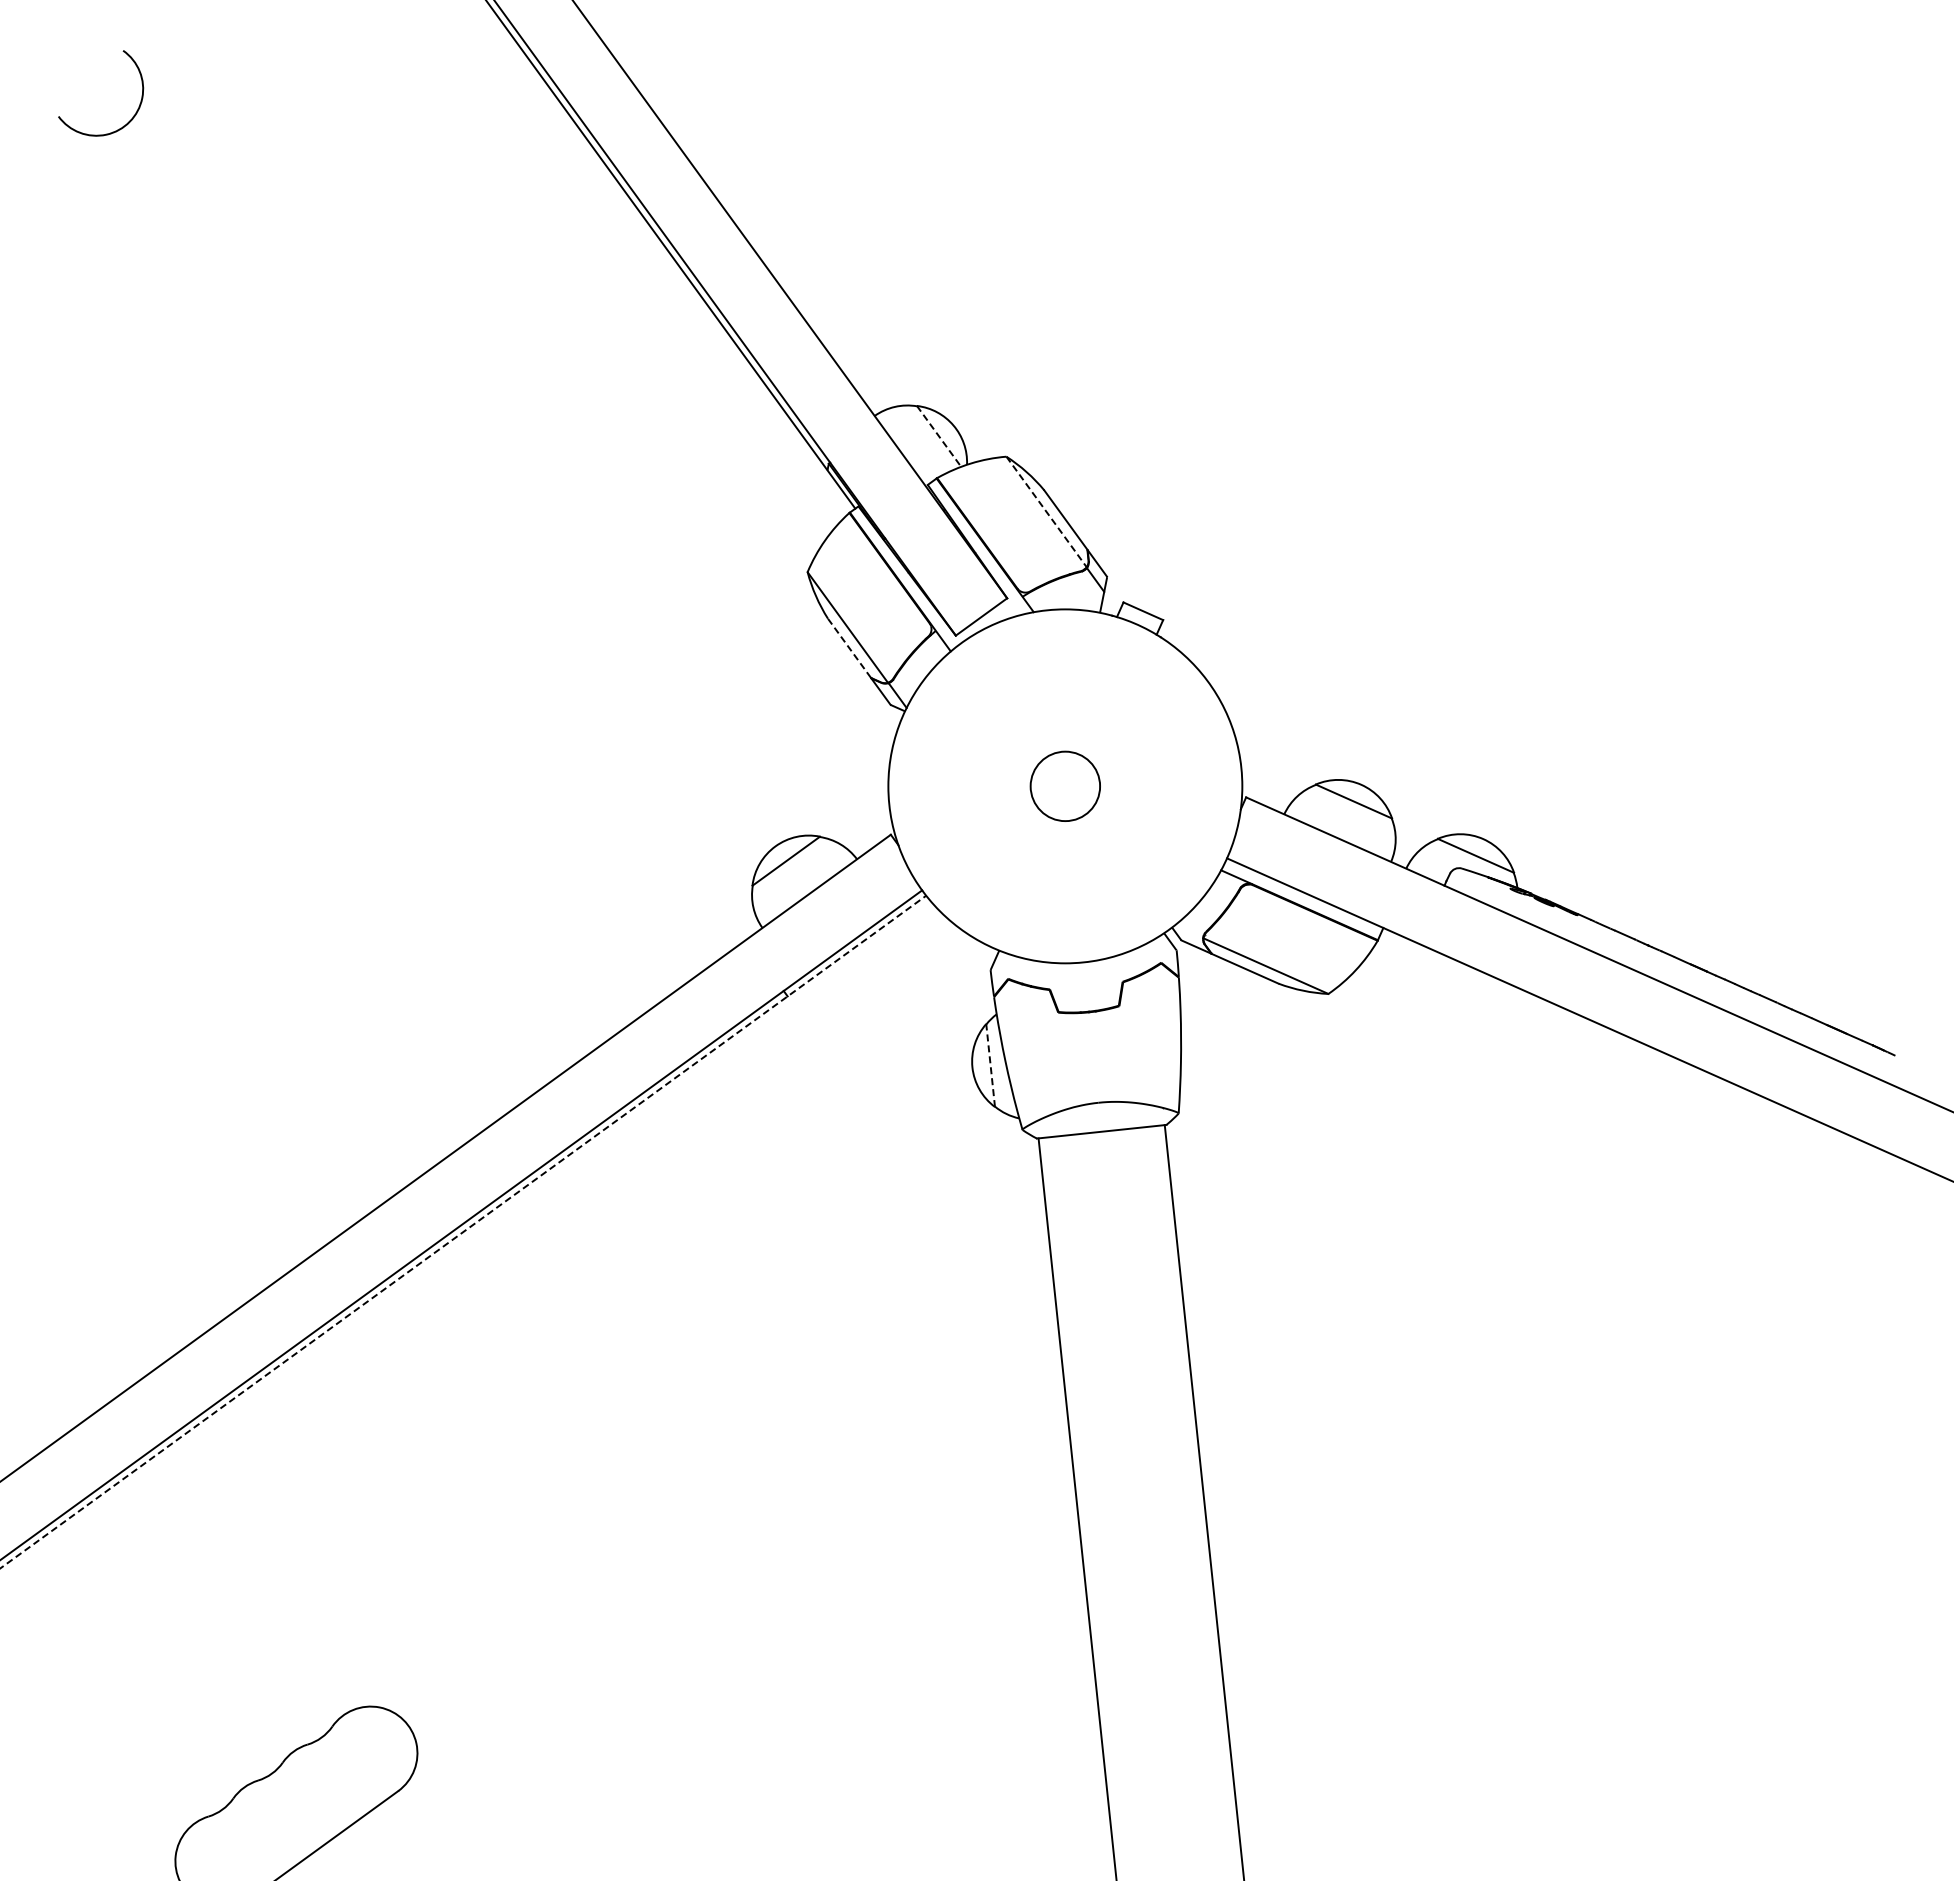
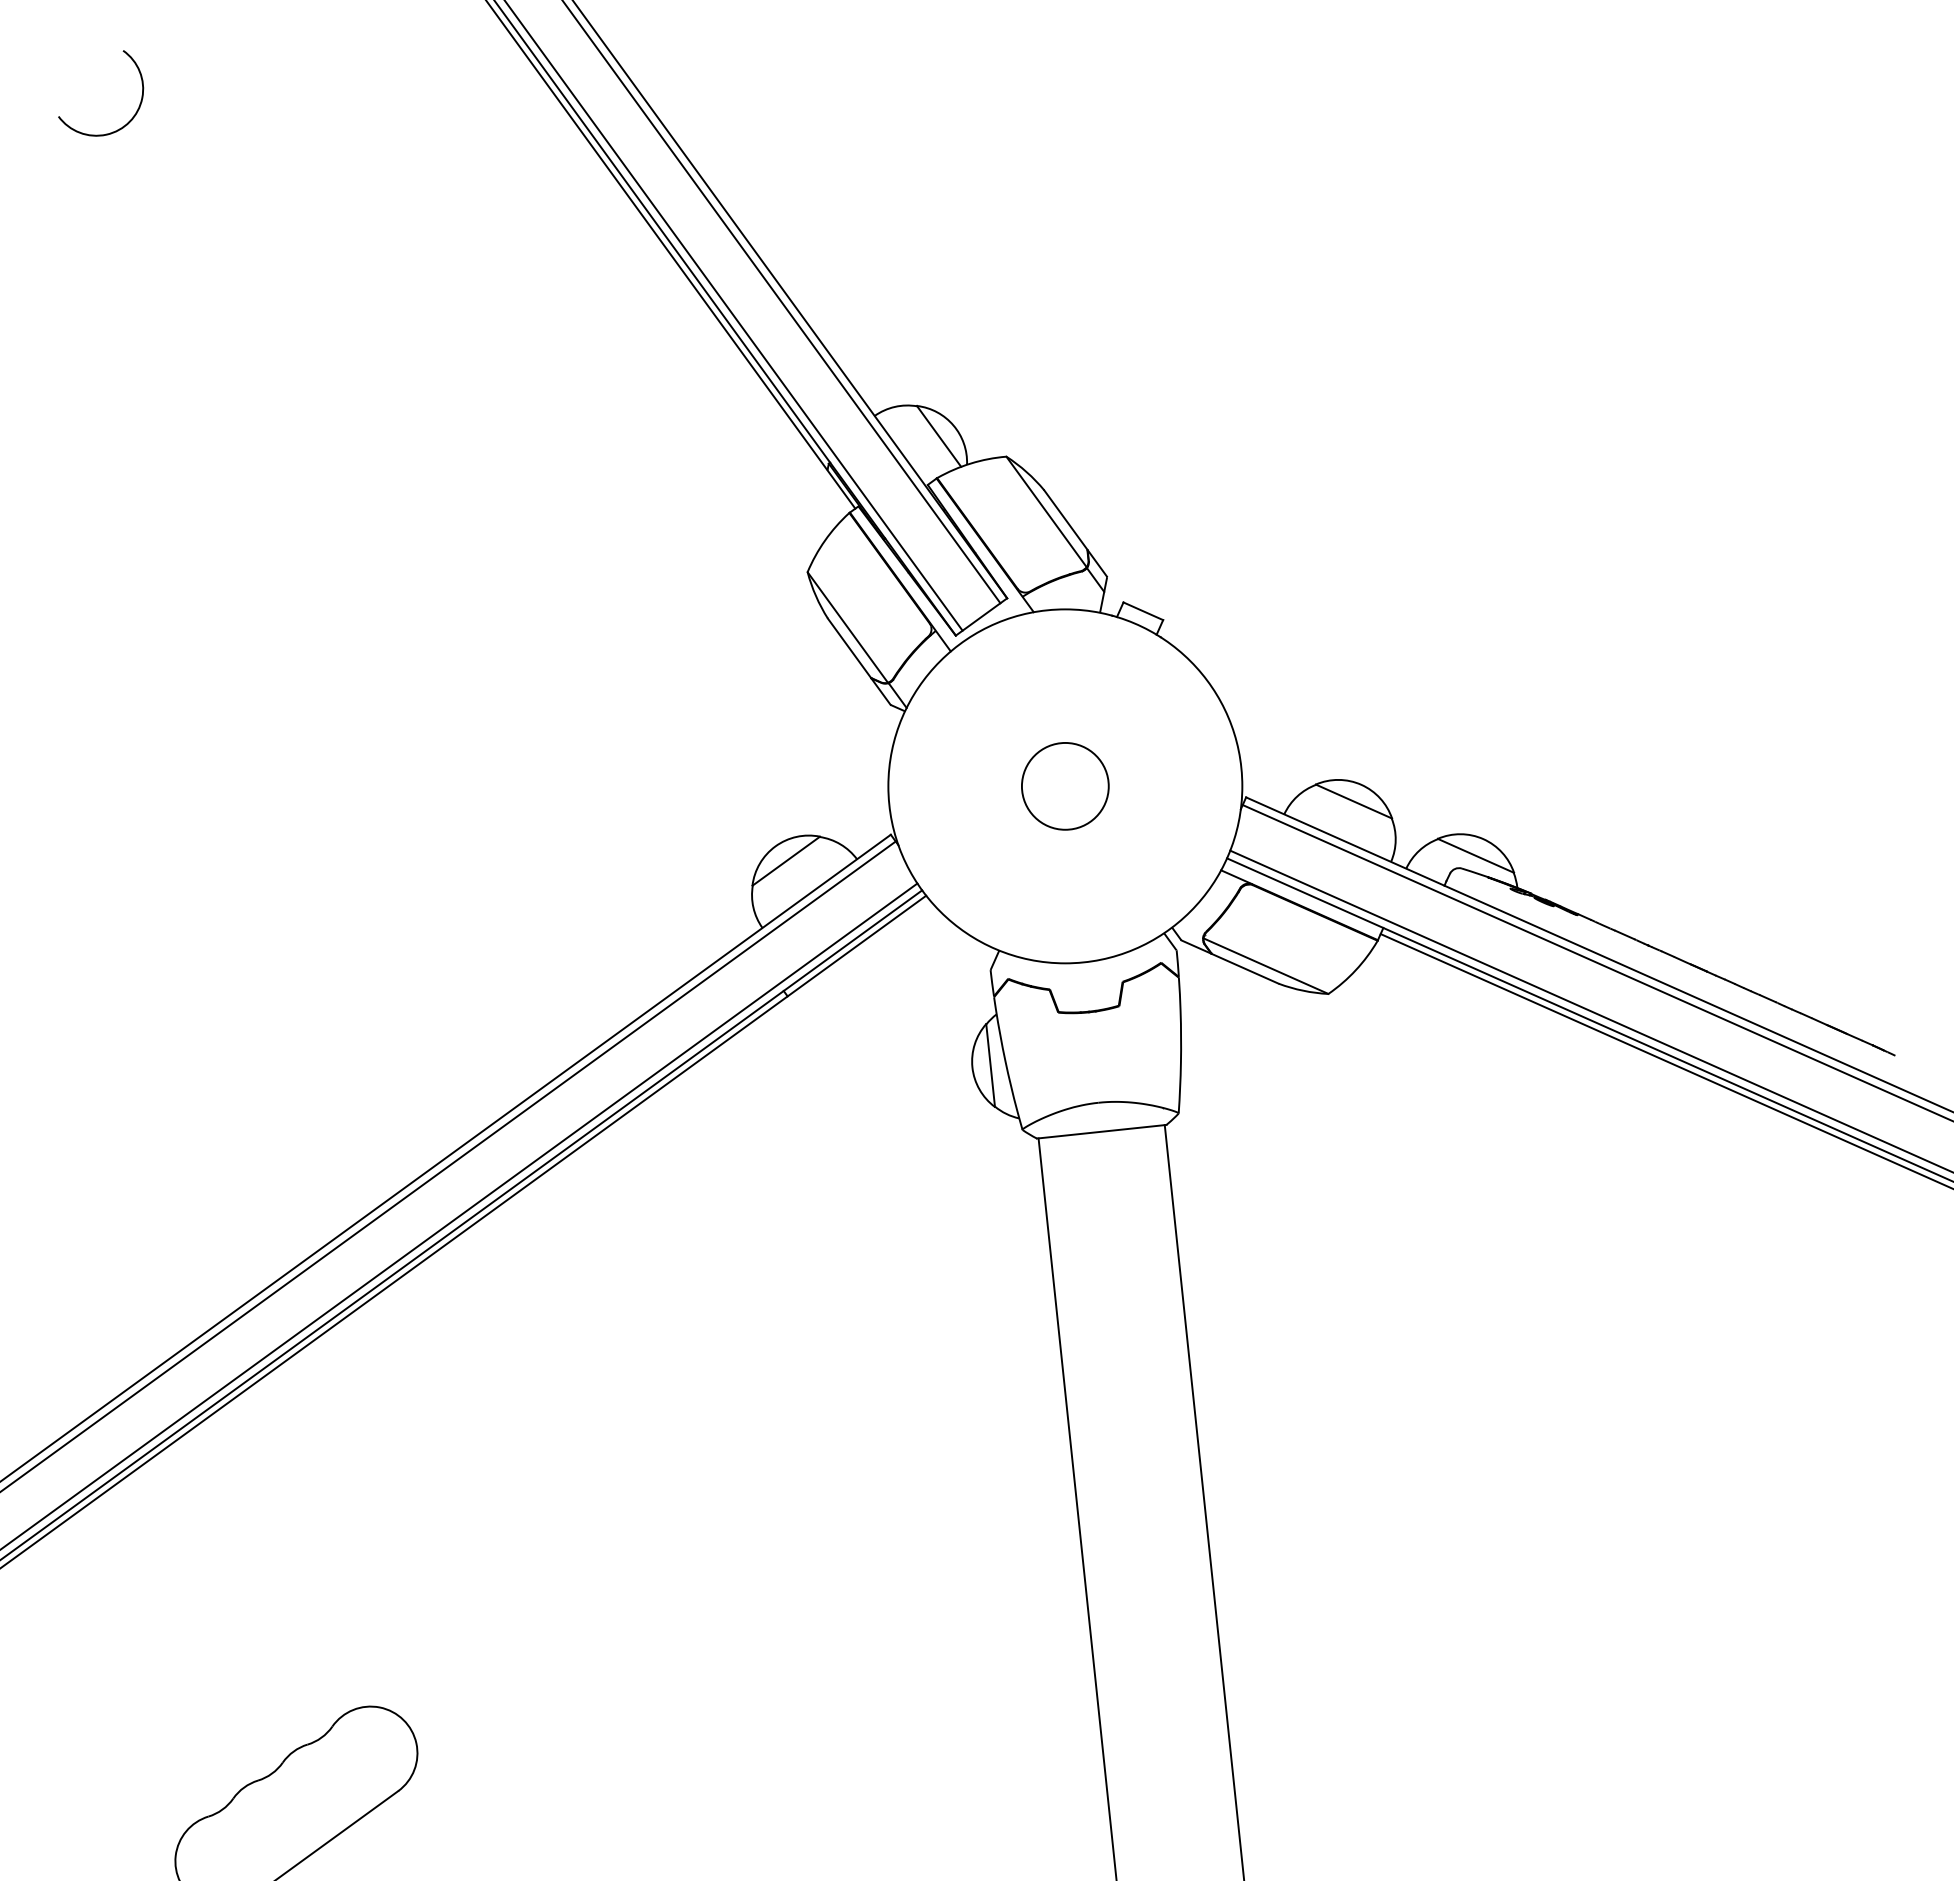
line at (782, 302): none -> present
line at (734, 316): none -> present
line at (939, 436): dashed -> solid
line at (1046, 512): dashed -> solid
line at (849, 648): dashed -> solid
circle at (1064, 785) size: 72x72 px -> 89x89 px
line at (1596, 962): none -> present
line at (1590, 1010): none -> present
line at (1665, 1060): none -> present
line at (990, 1065): dashed -> solid
line at (448, 1165): none -> present
line at (459, 1215): none -> present
line at (463, 1231): dashed -> solid
